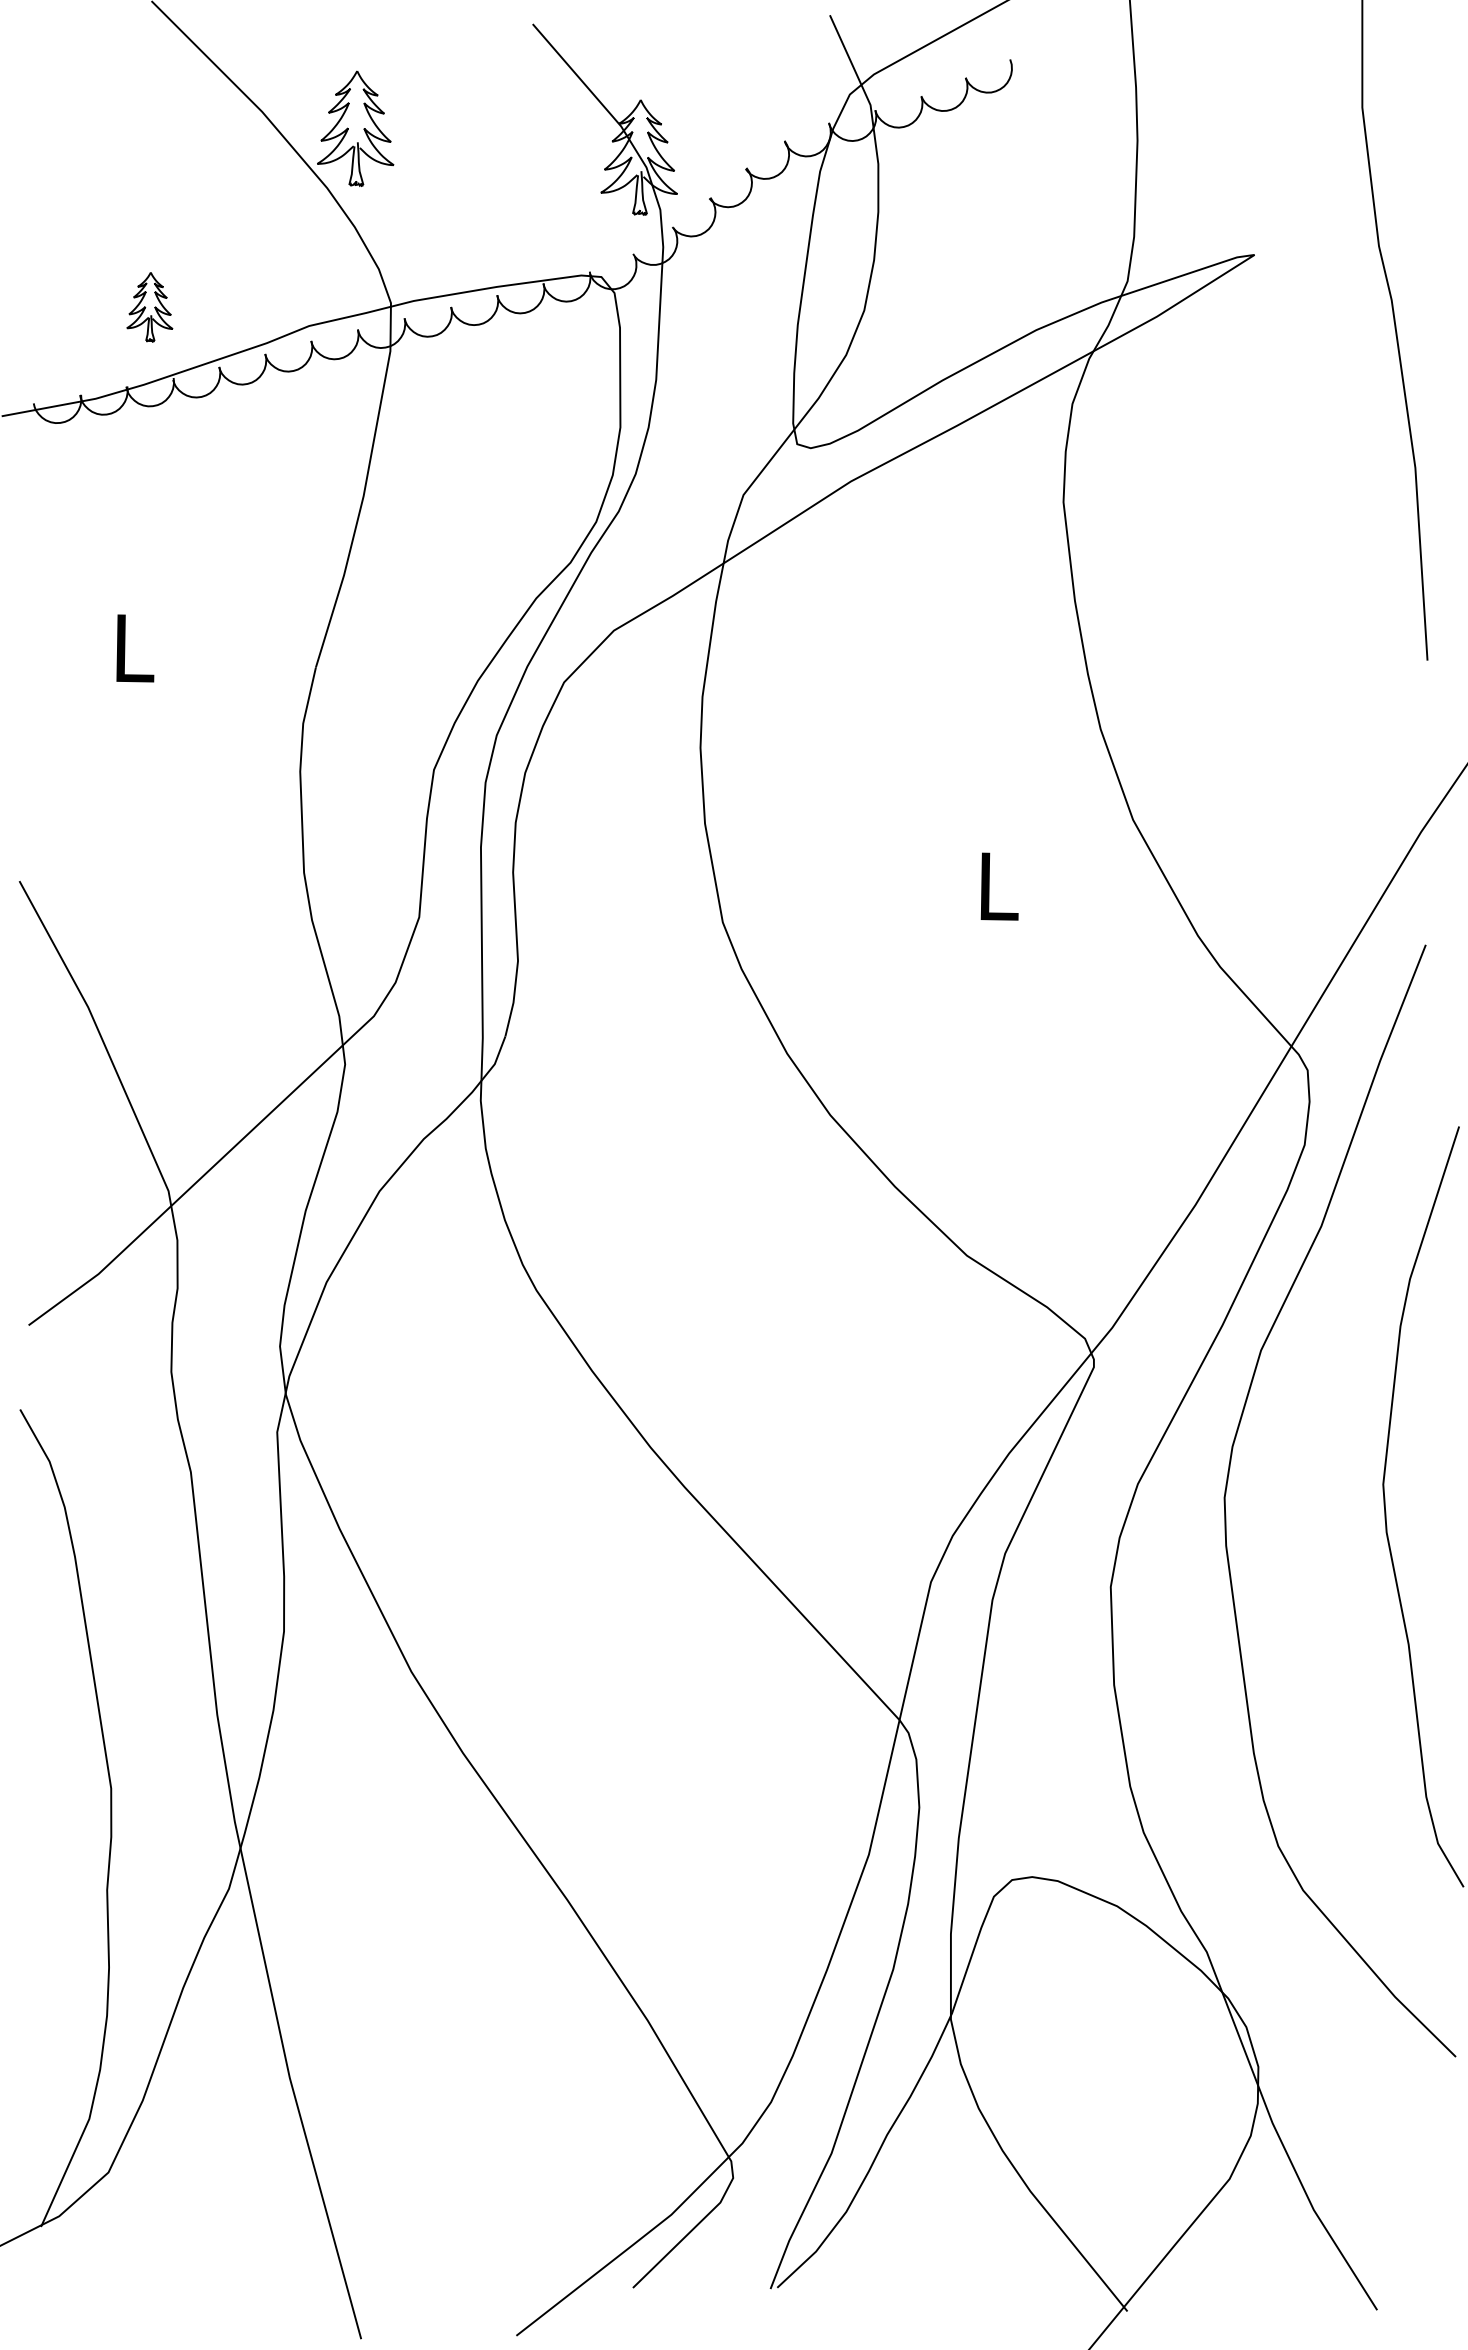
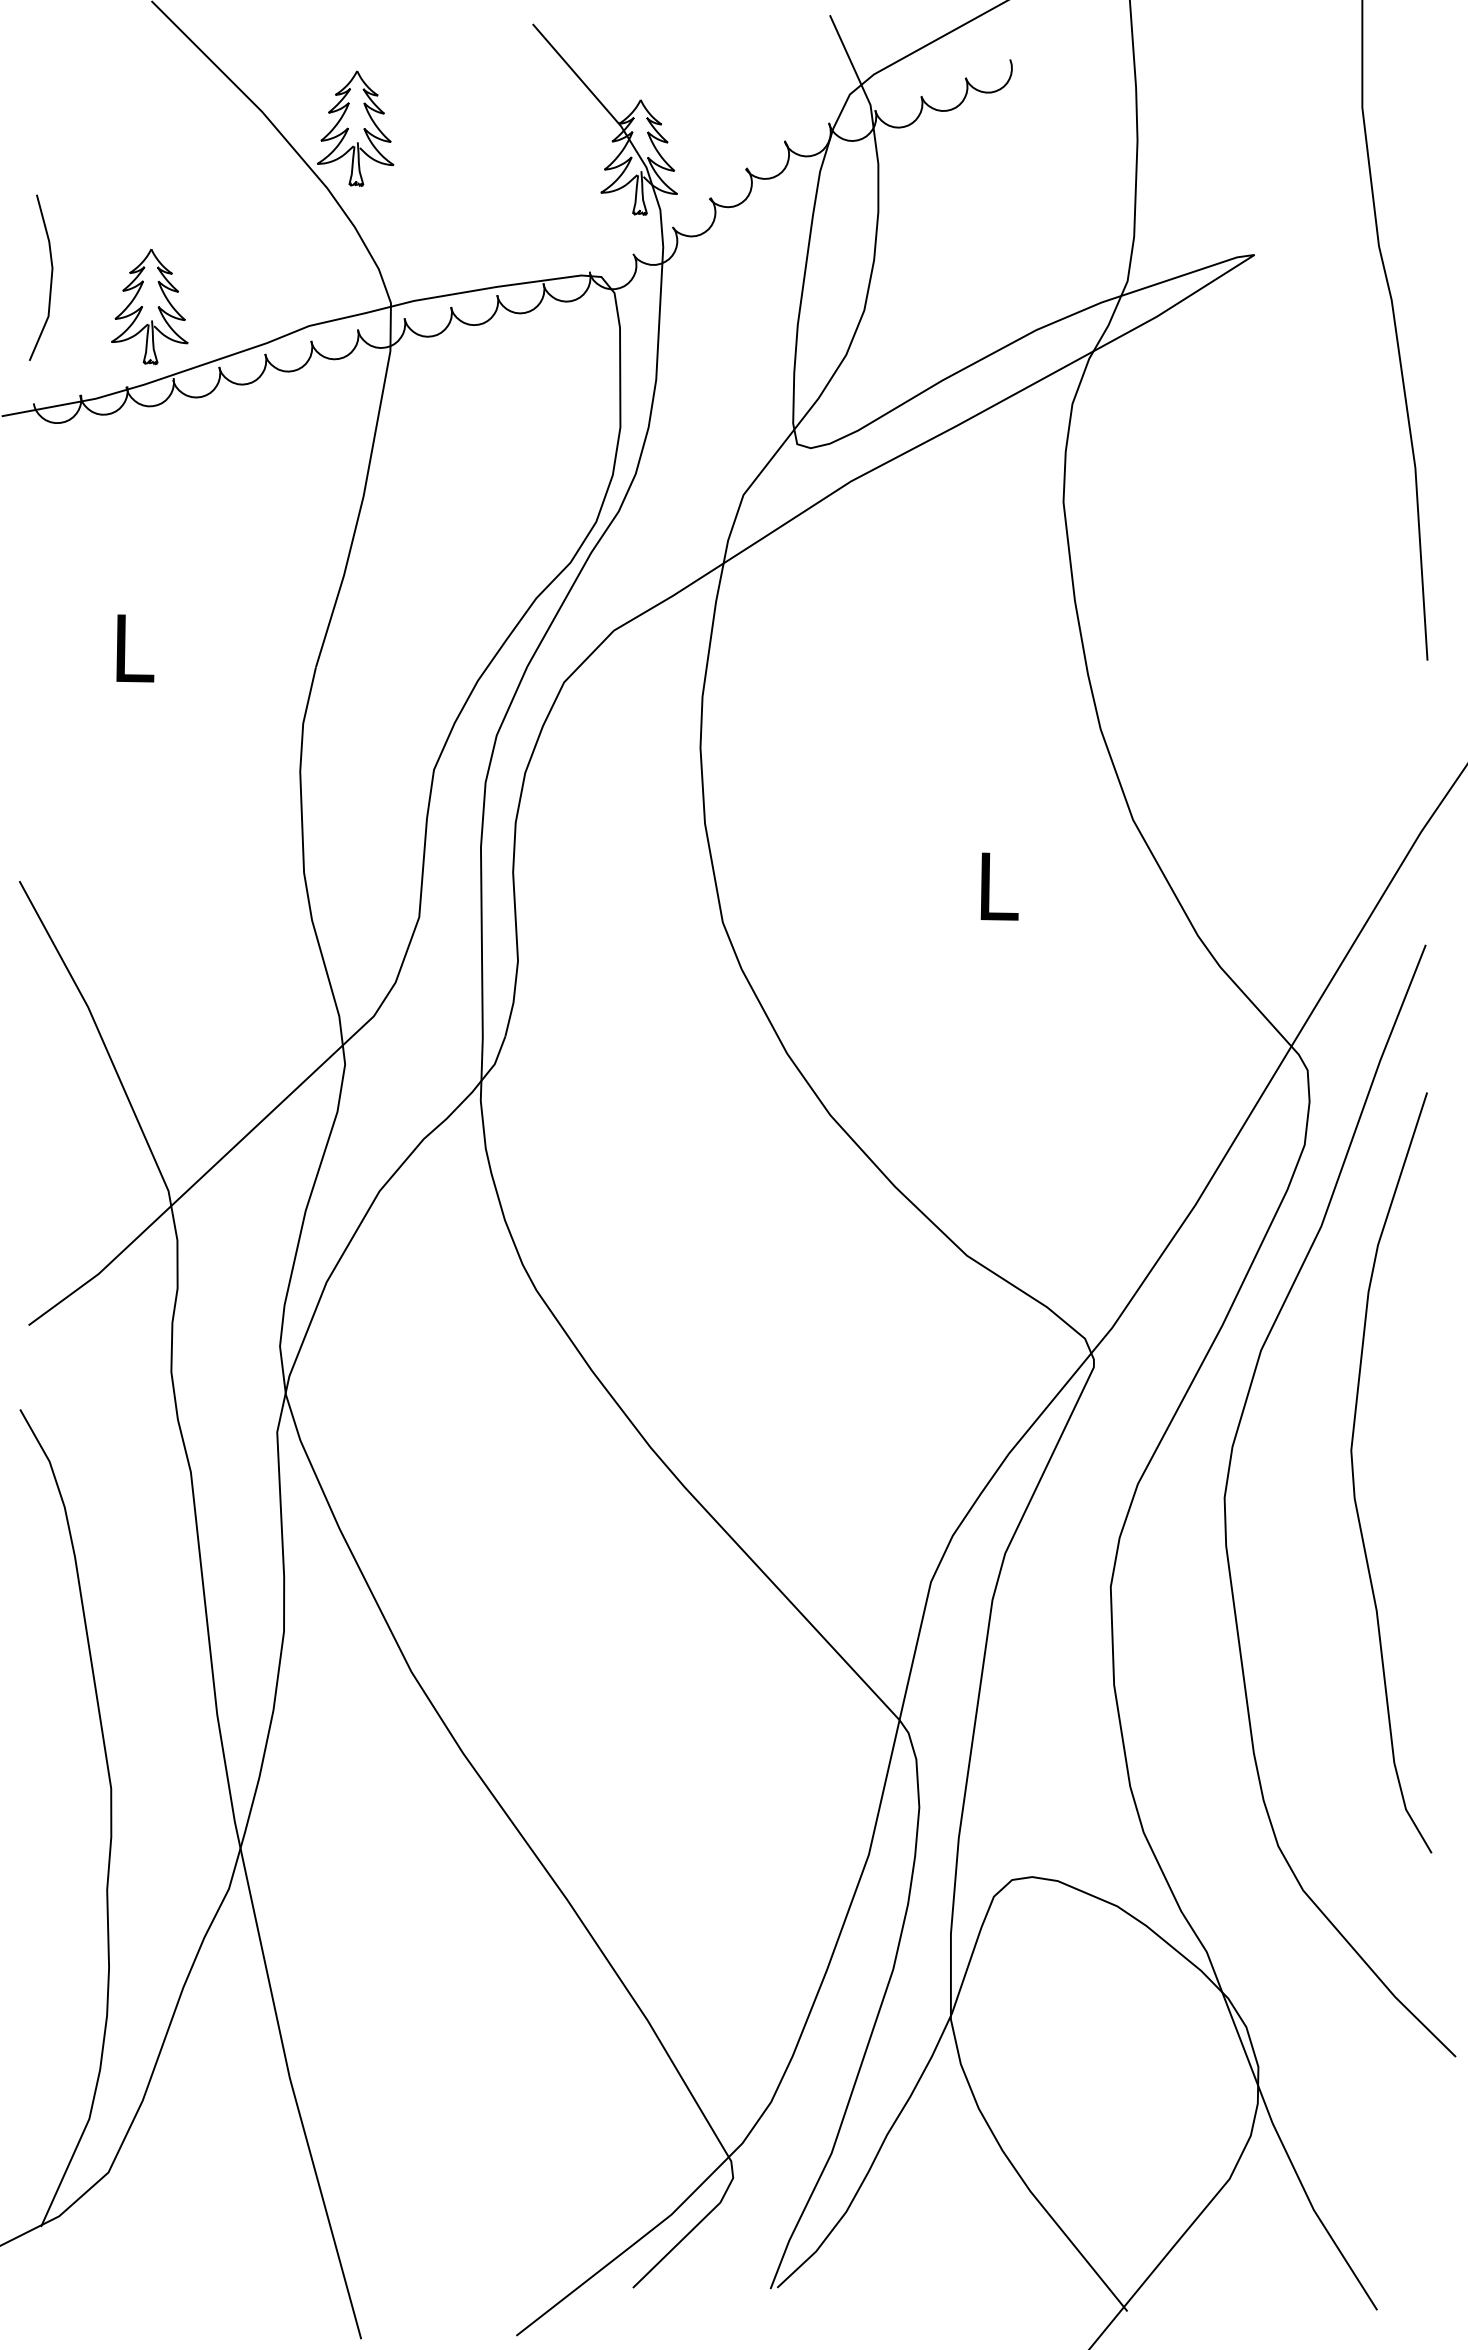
line at (50, 277): none -> present
part at (149, 307) size: 48x71 px -> 78x117 px
curve at (1386, 1511) position: (1386, 1511) -> (1354, 1477)
